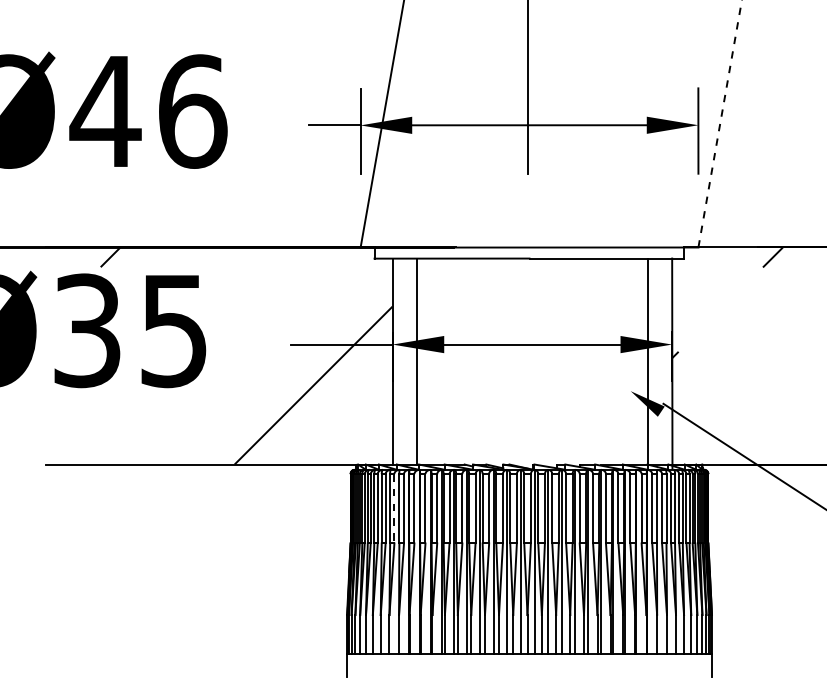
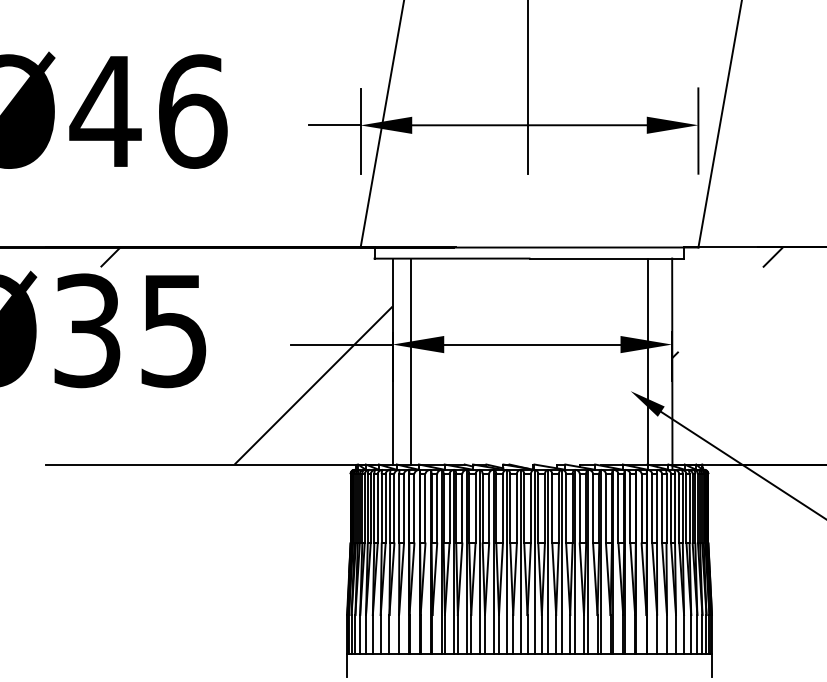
line at (720, 123): dashed -> solid
line at (417, 361) position: (417, 361) -> (411, 361)
line at (743, 455) position: (743, 455) -> (741, 463)
line at (394, 508): dashed -> solid
